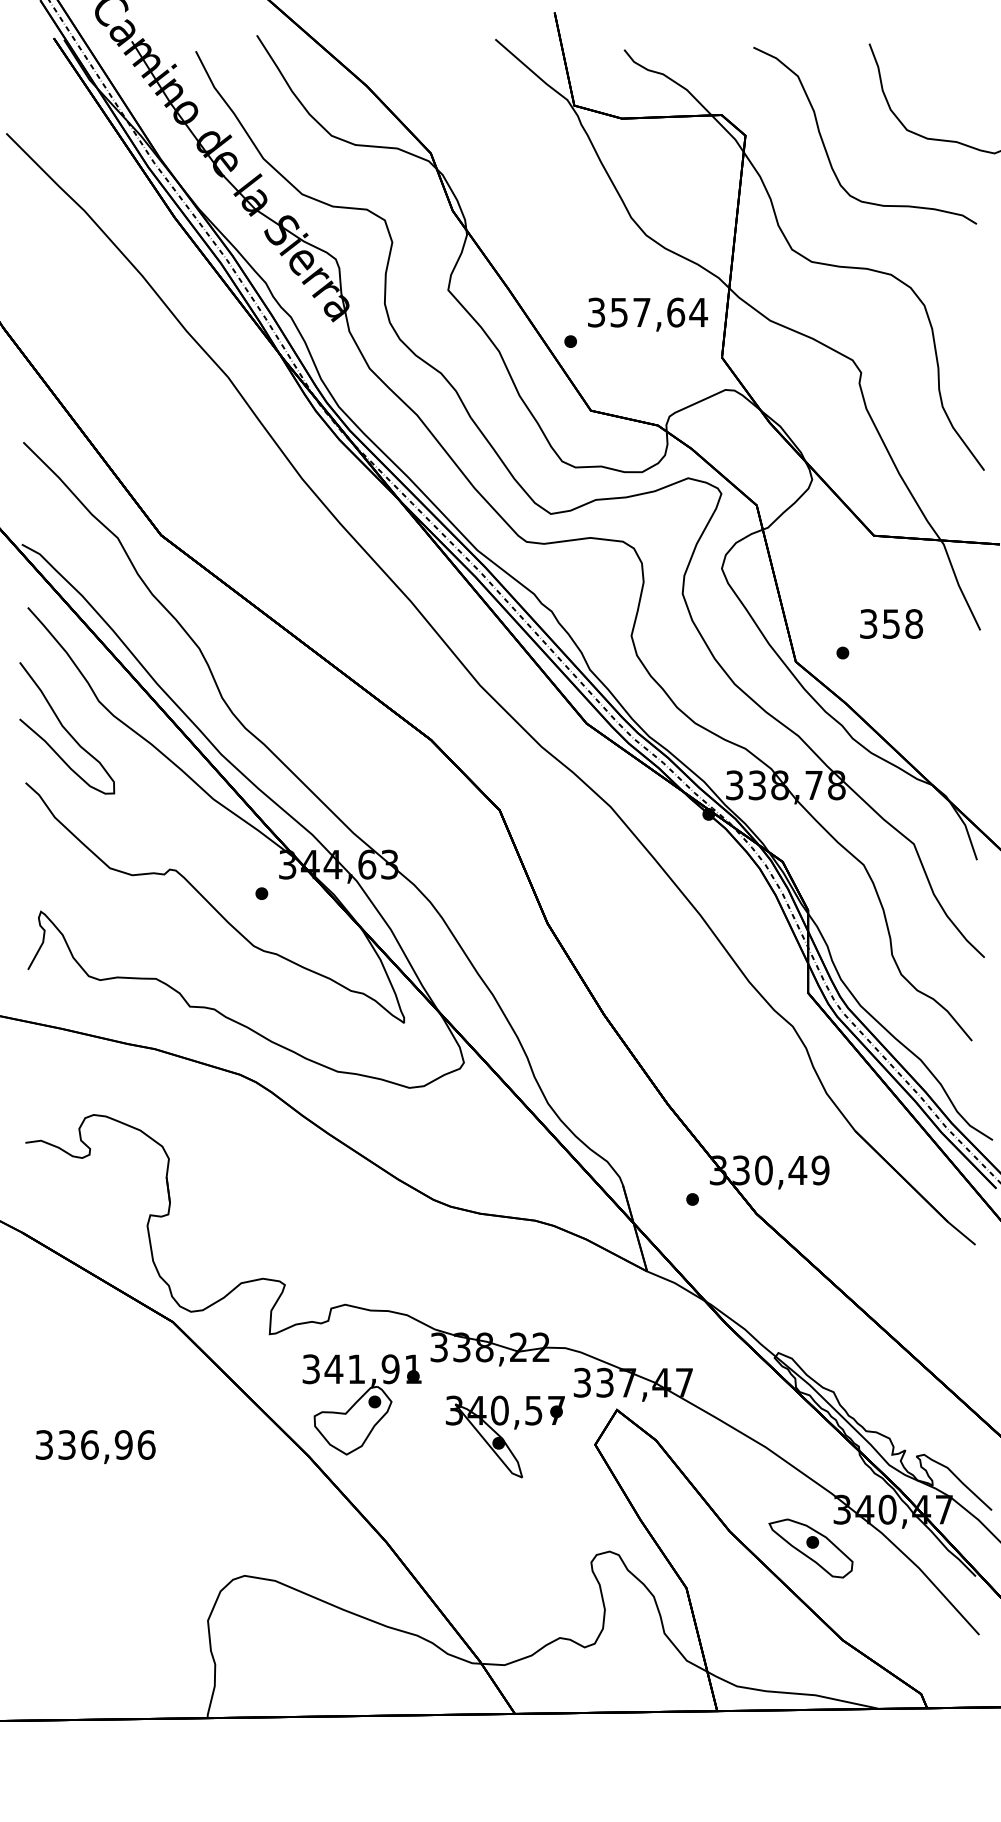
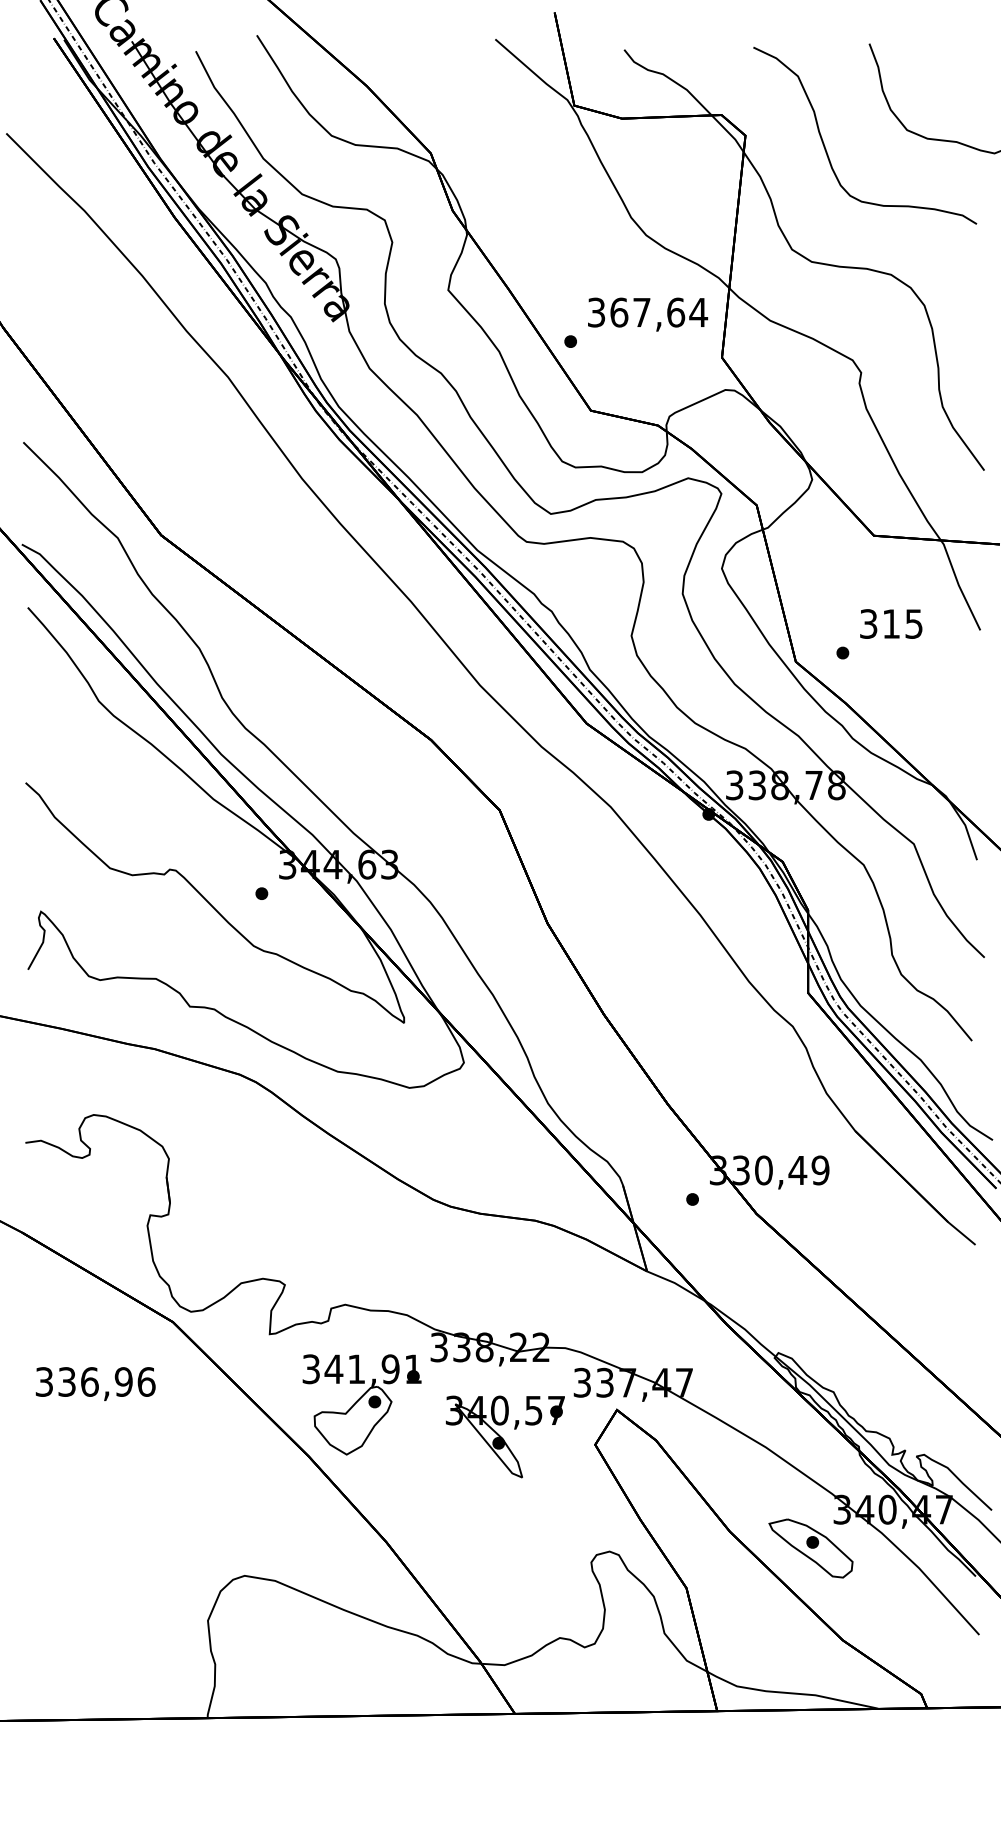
text at (619, 312): 357,64 -> 367,64
text at (903, 623): 358 -> 315
curve at (66, 729): present -> none
text at (95, 1446) position: (95, 1446) -> (95, 1383)
